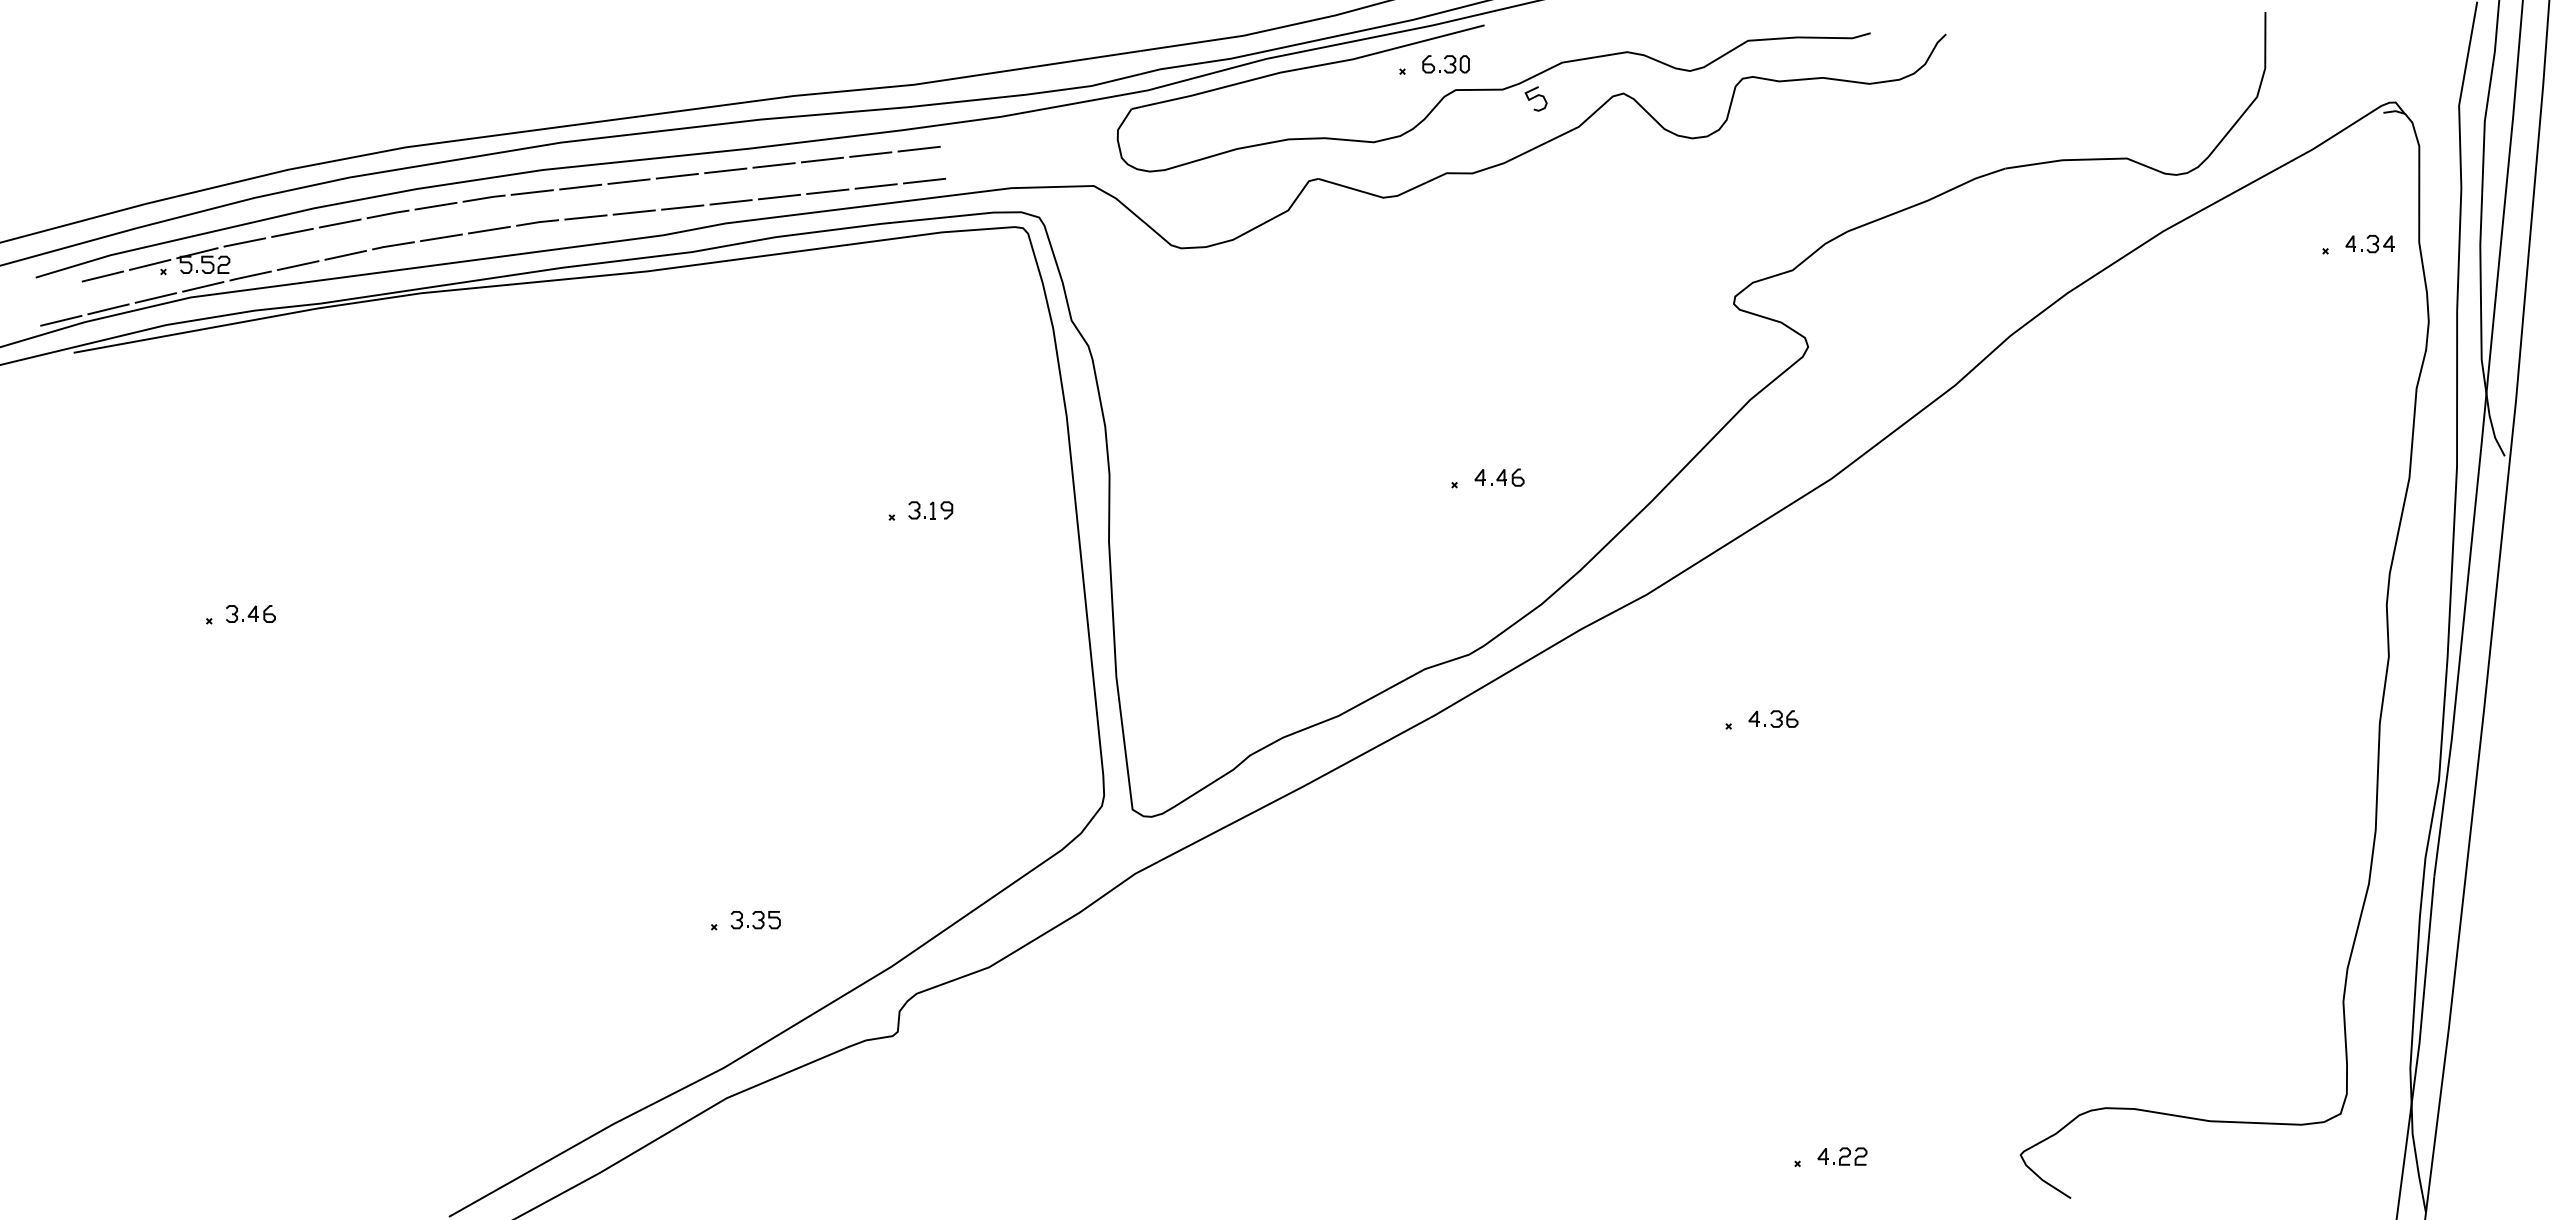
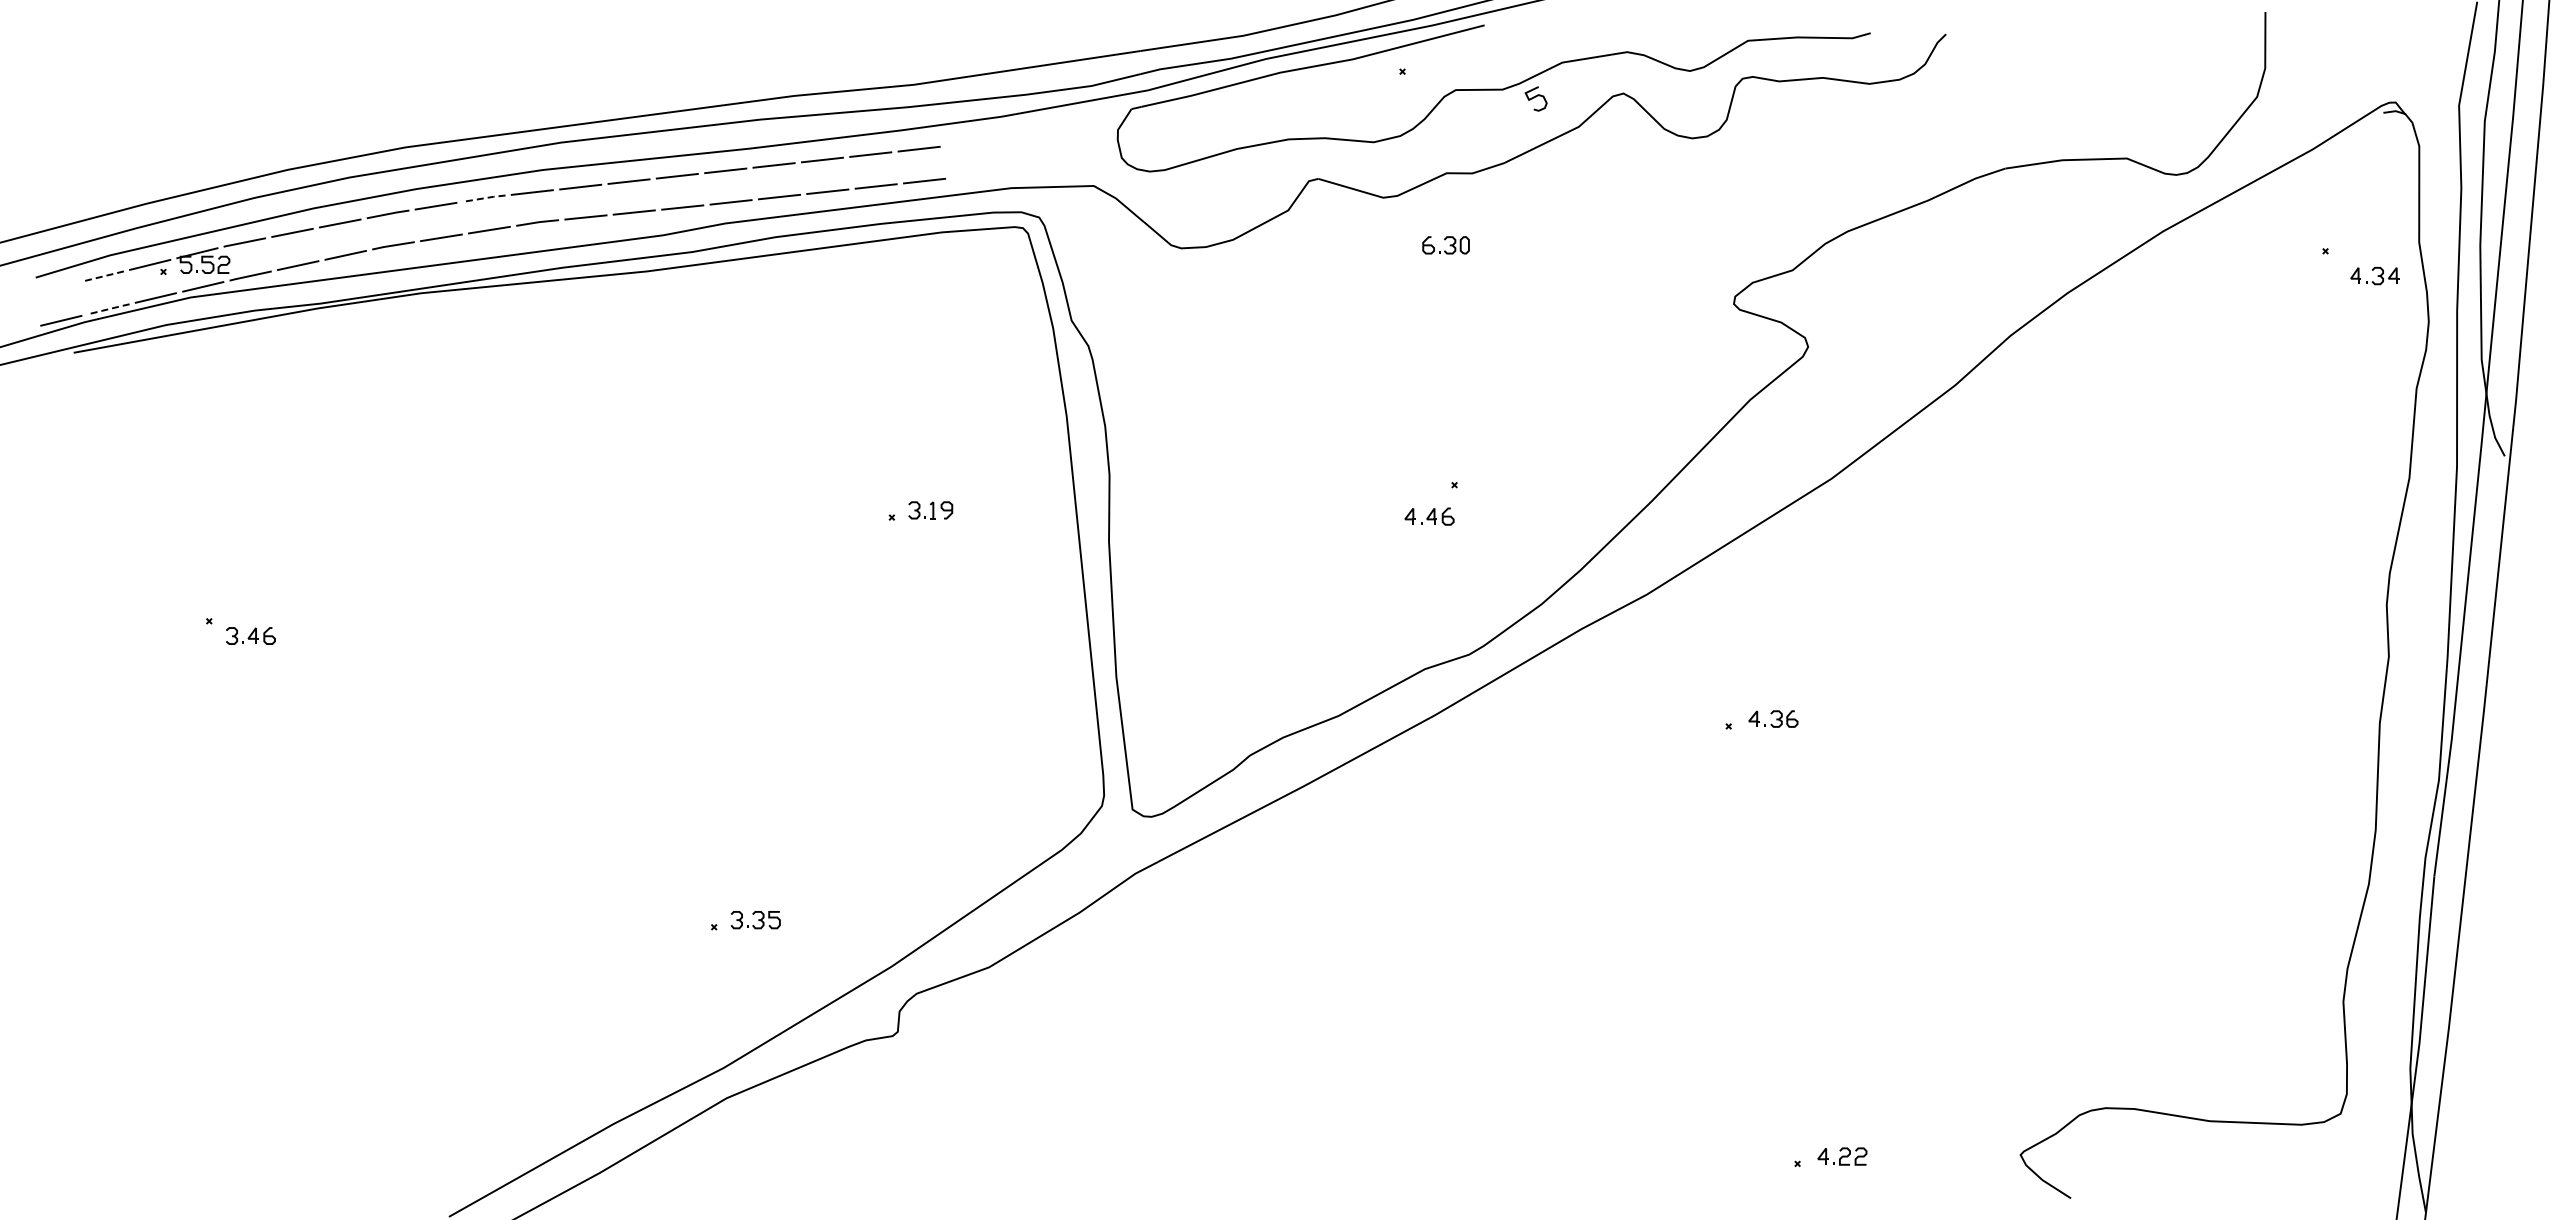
part at (1445, 64) position: (1445, 64) -> (1445, 245)
line at (483, 198): solid -> dashed
part at (2369, 243) position: (2369, 243) -> (2374, 275)
line at (102, 276): solid -> dashed
line at (108, 309): solid -> dashed
part at (1499, 477) position: (1499, 477) -> (1429, 516)
part at (250, 613) position: (250, 613) -> (250, 635)
